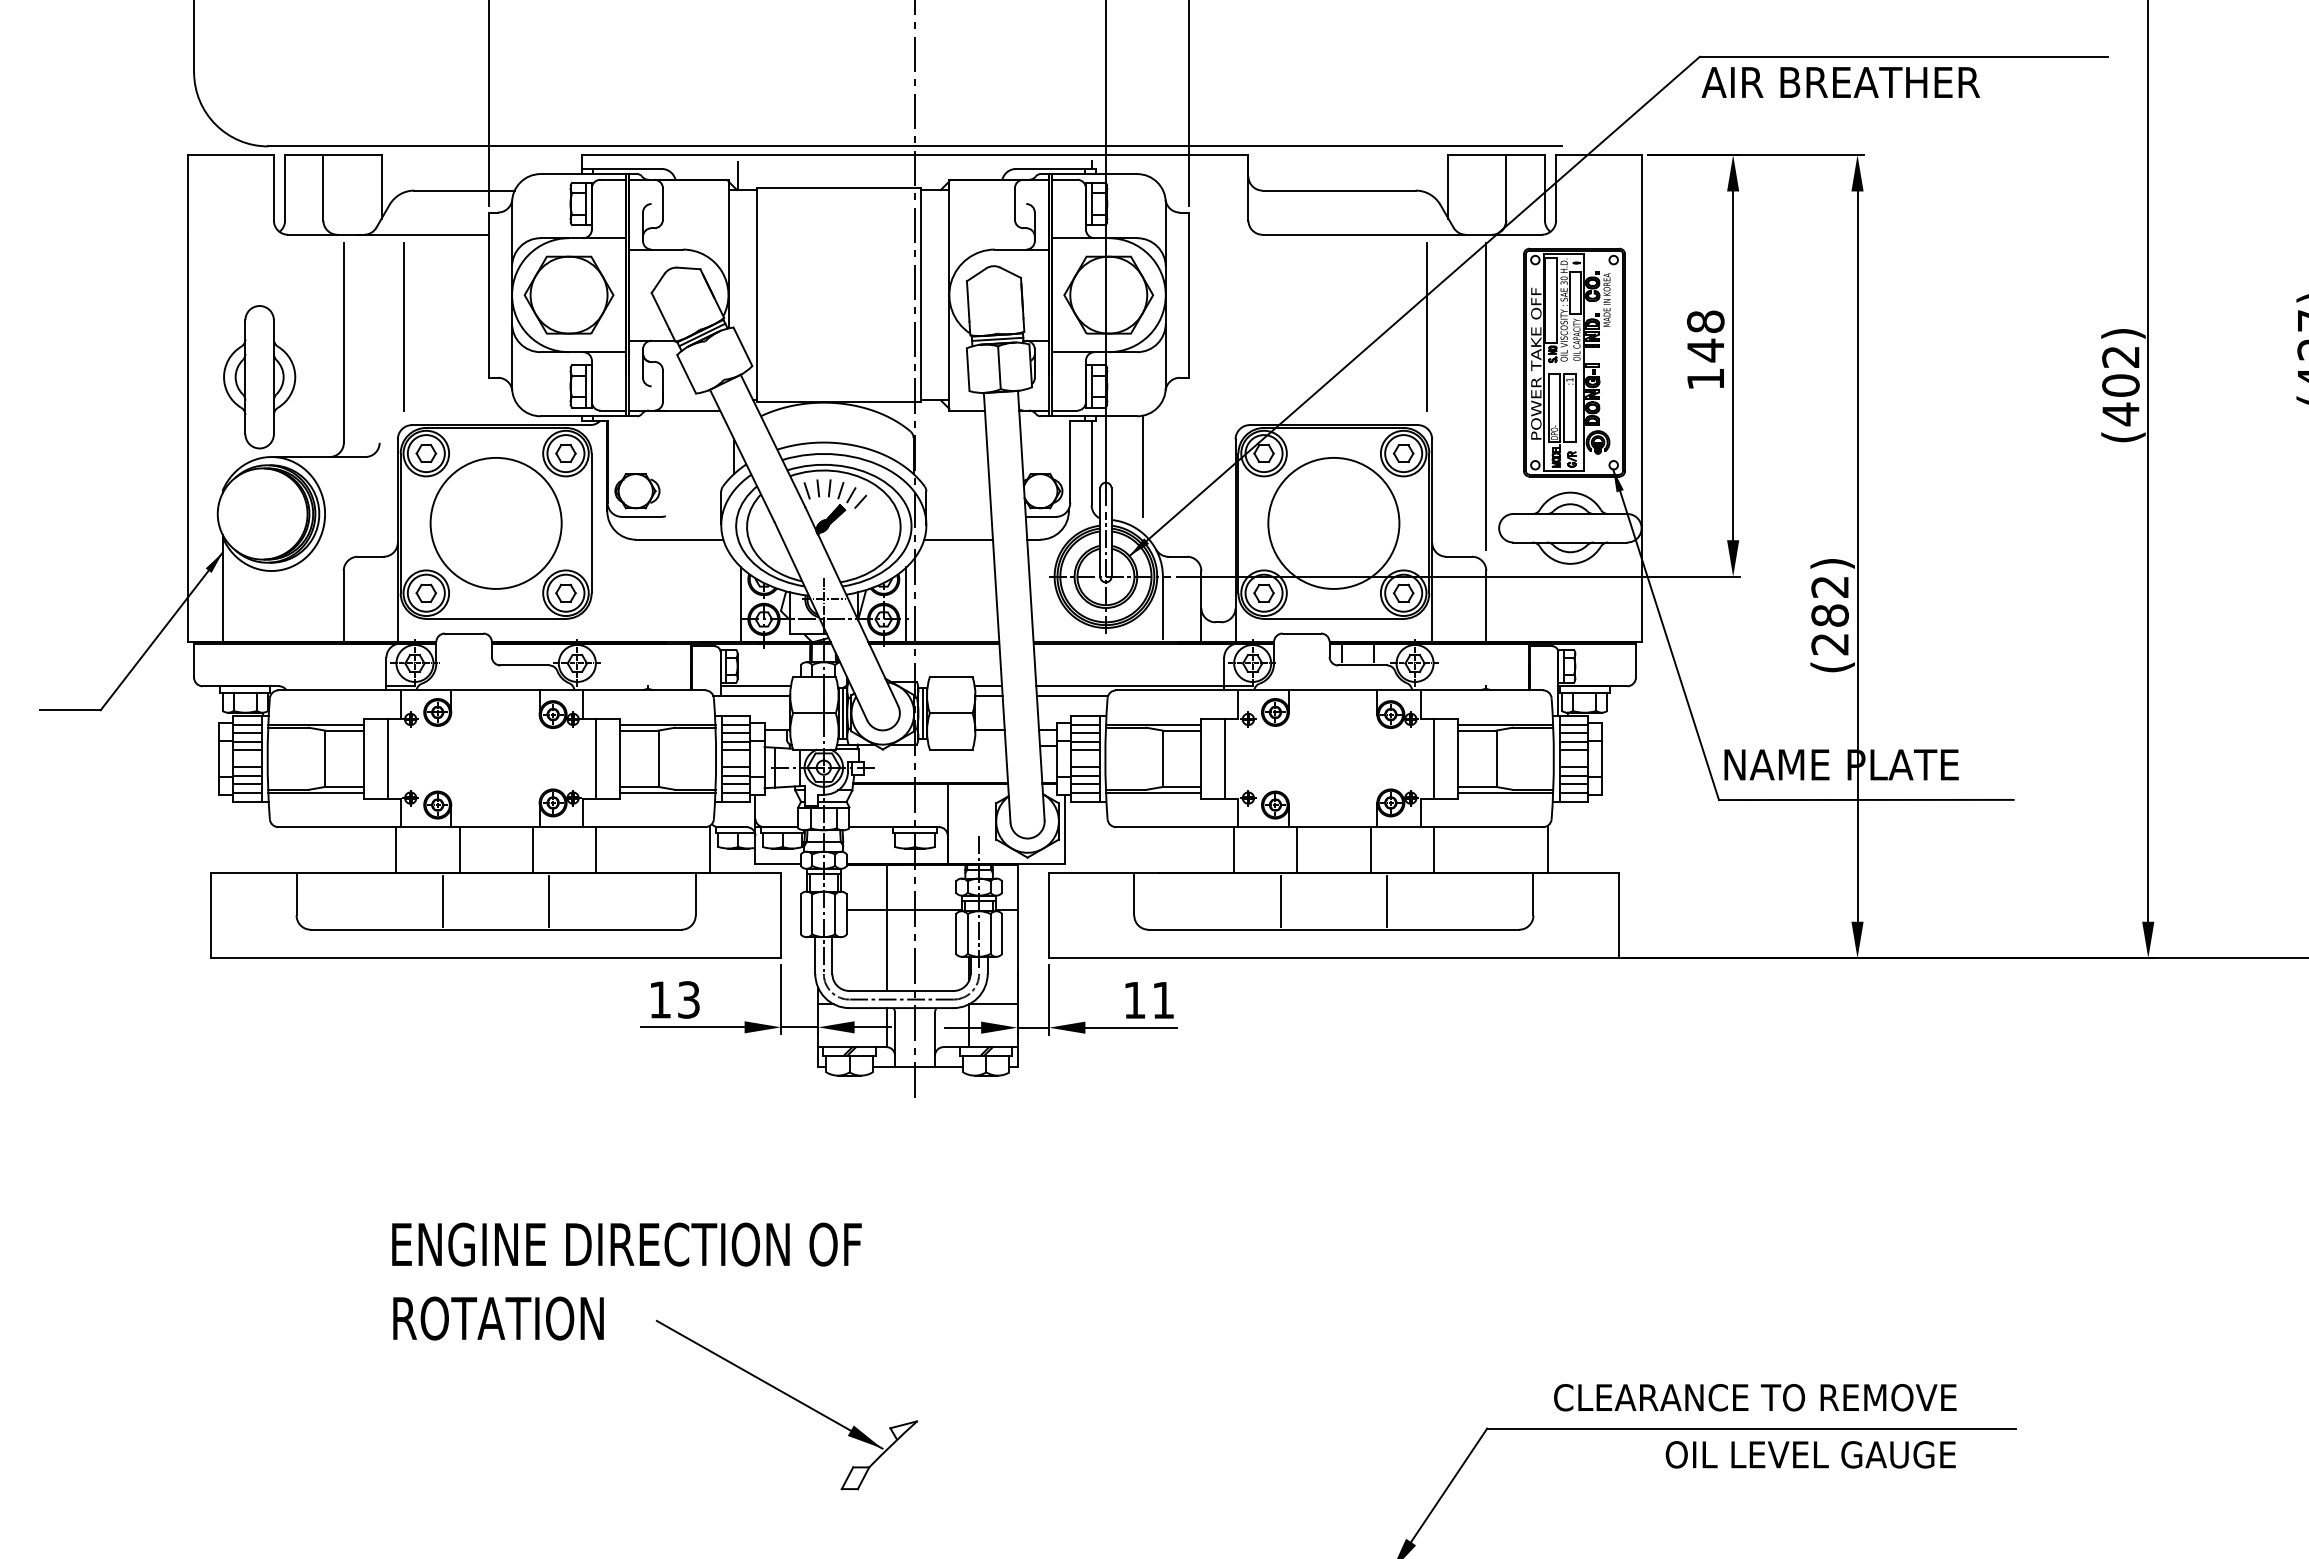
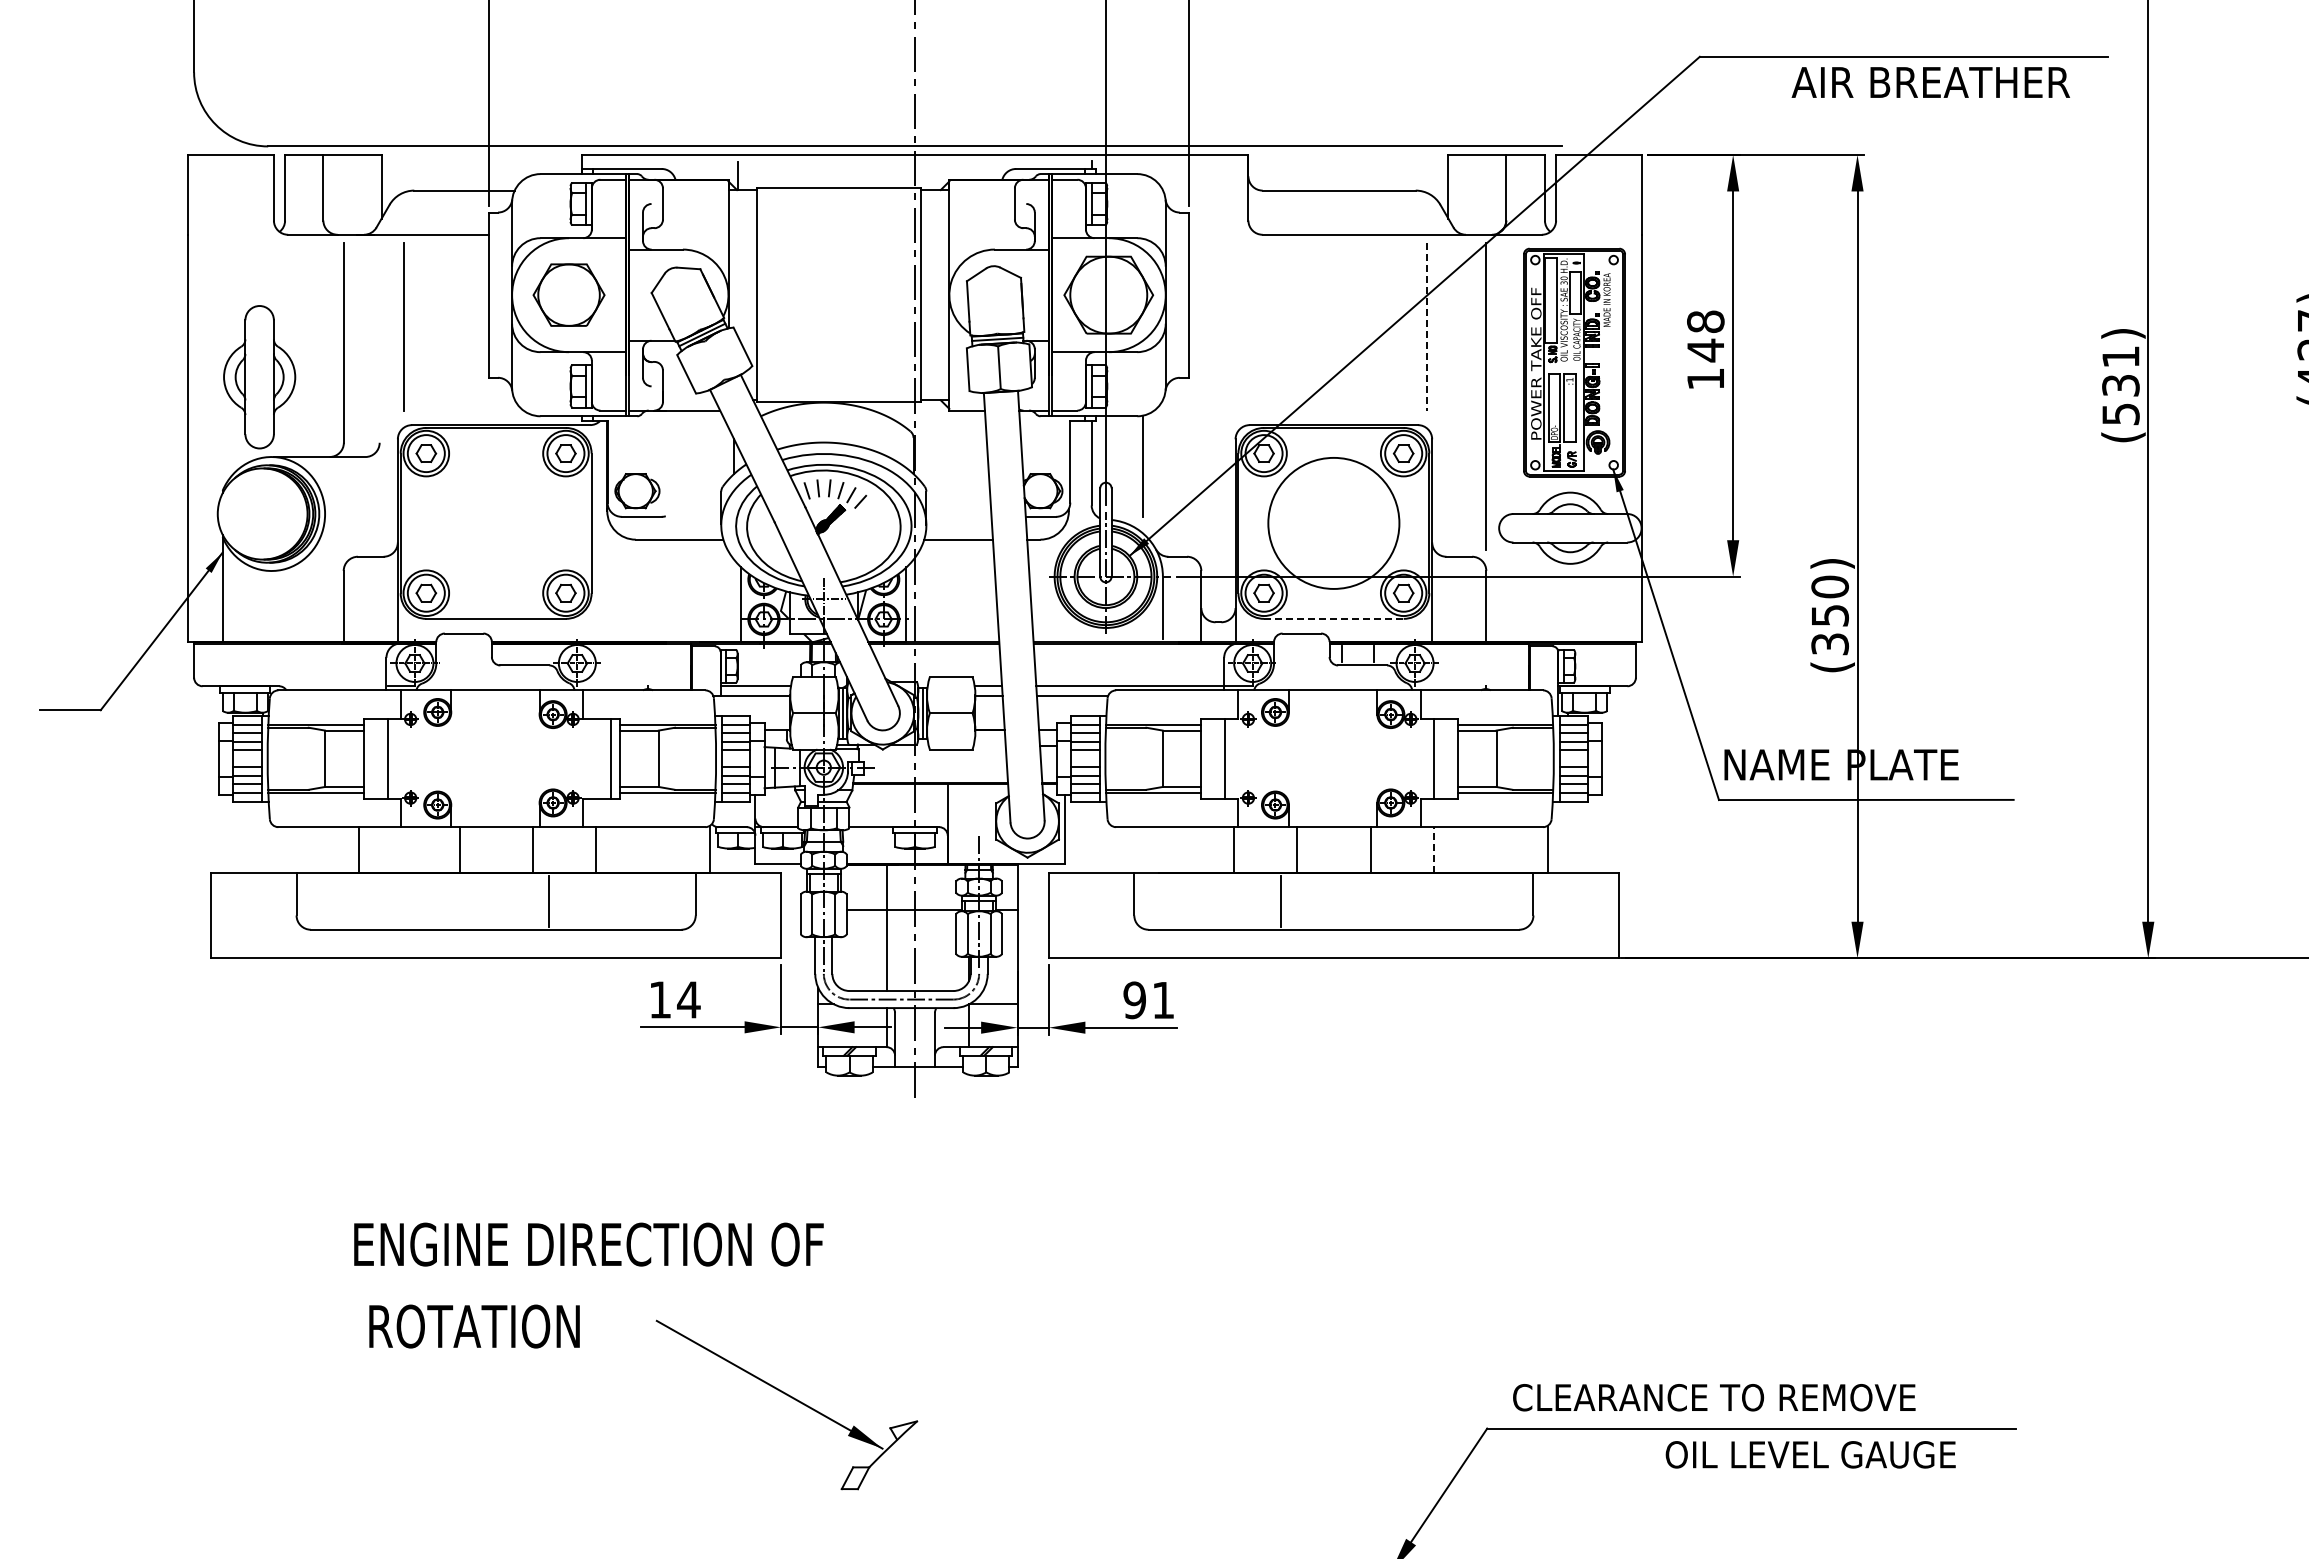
text at (1840, 82) position: (1840, 82) -> (1930, 82)
part at (568, 294) size: 92x80 px -> 74x64 px
line at (1426, 327): solid -> dashed
text at (2120, 386): (402) -> (531)
circle at (495, 523): present -> none
text at (1829, 615): (282) -> (350)
line at (1333, 618): solid -> dashed
line at (596, 758) position: (596, 758) -> (611, 758)
line at (396, 849) position: (396, 849) -> (359, 849)
line at (1433, 849): solid -> dashed
line at (443, 900): present -> none
line at (1386, 900): present -> none
text at (688, 999): 13 -> 14
text at (1134, 1000): 11 -> 91
text at (626, 1244) position: (626, 1244) -> (588, 1244)
text at (498, 1318) position: (498, 1318) -> (474, 1326)
text at (1755, 1397) position: (1755, 1397) -> (1714, 1397)
